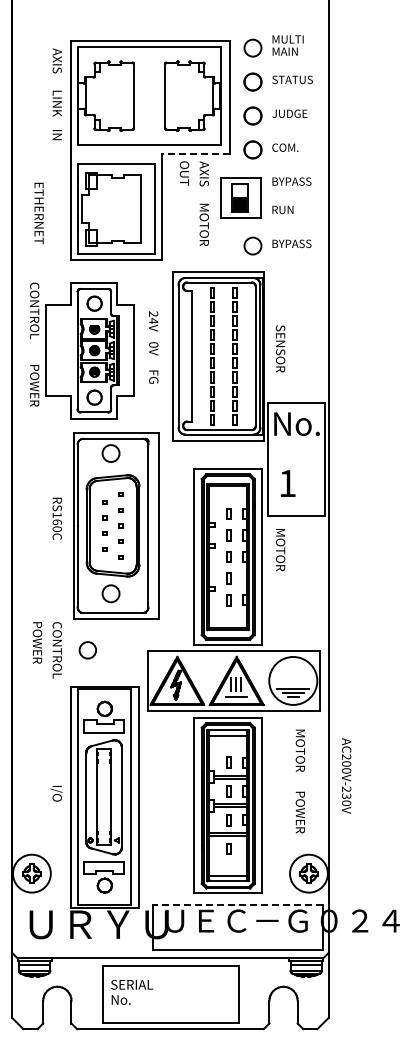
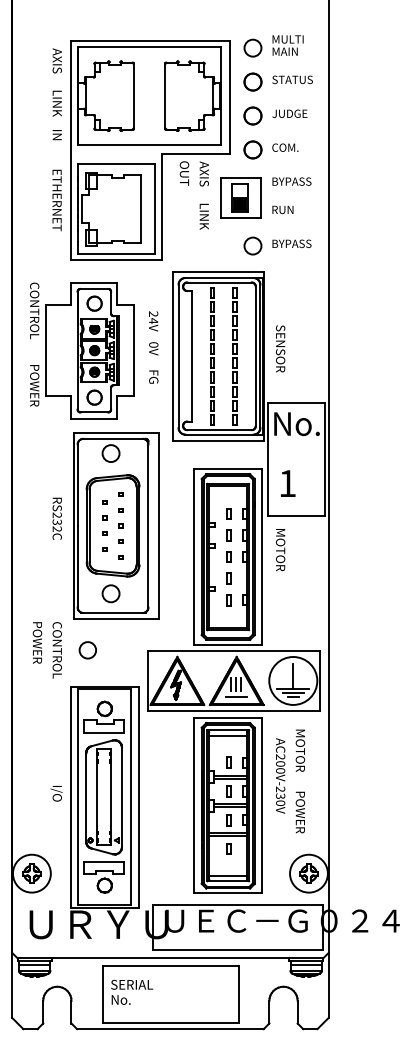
line at (195, 154): dashed -> solid
text at (38, 213) position: (38, 213) -> (56, 200)
text at (203, 224): MOTOR -> LINK
text at (56, 521): RS160C -> RS232C
line at (293, 676): none -> present
text at (346, 775) position: (346, 775) -> (280, 775)
line at (238, 904): dashed -> solid
